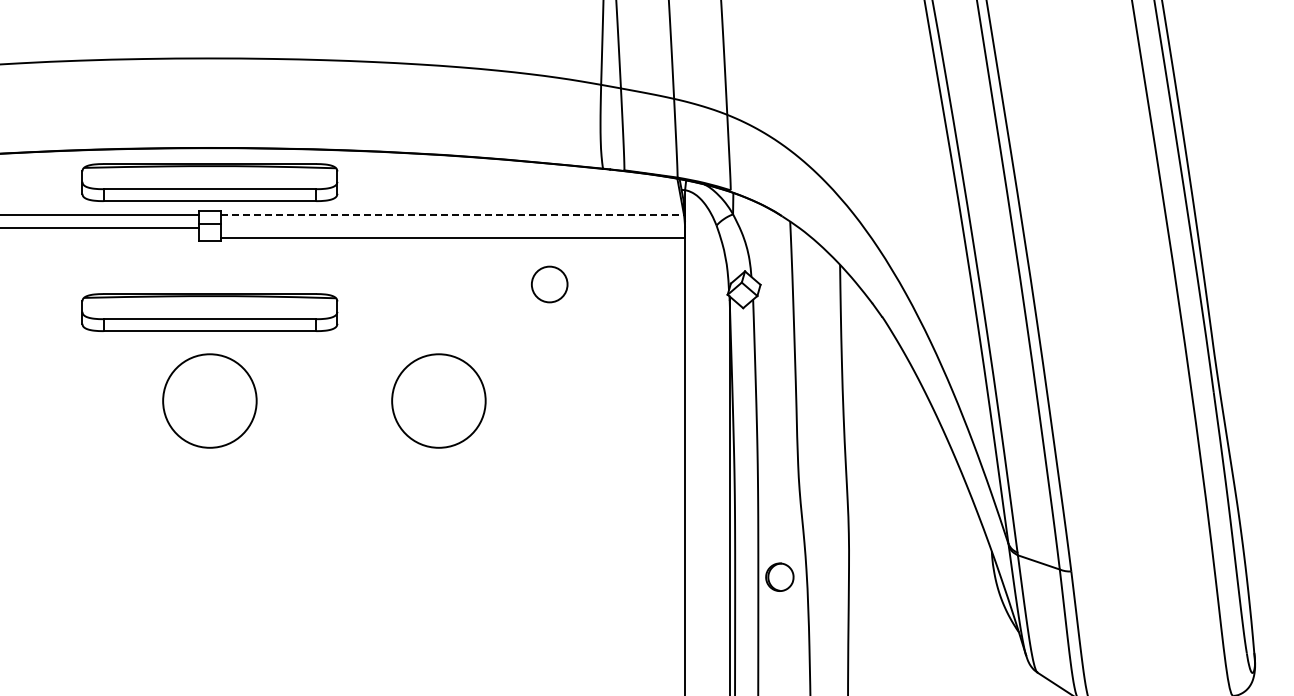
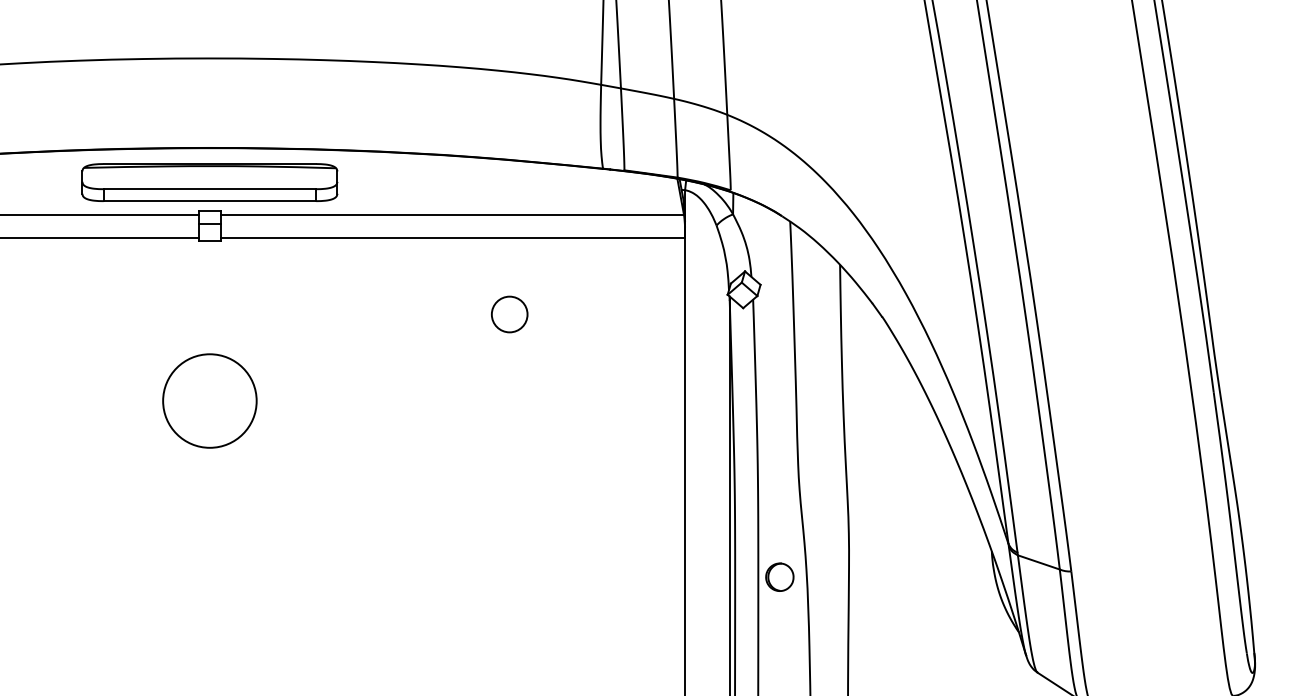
line at (452, 214): dashed -> solid
line at (100, 228) position: (100, 228) -> (100, 238)
circle at (549, 284) position: (549, 284) -> (509, 314)
part at (209, 312): present -> none
circle at (438, 400): present -> none
